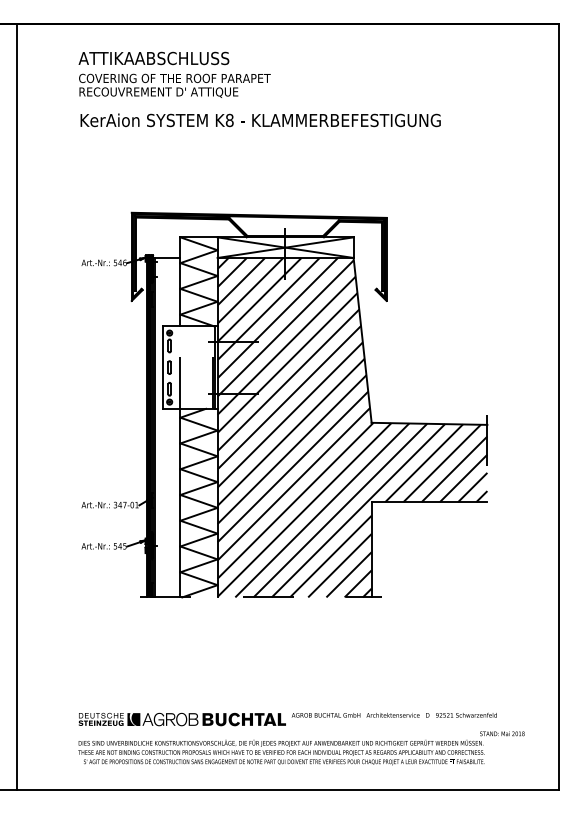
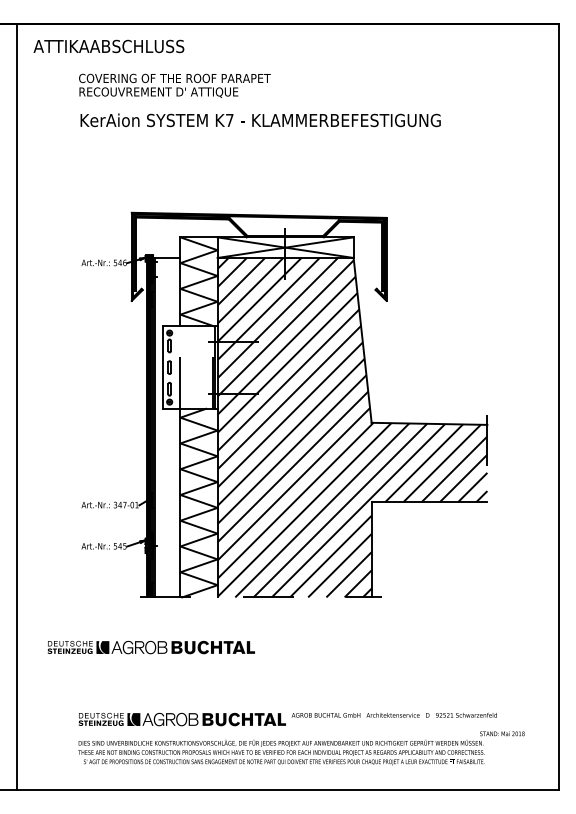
text at (153, 58) position: (153, 58) -> (108, 46)
text at (229, 120): K8 -> K7
part at (150, 647): none -> present
